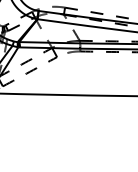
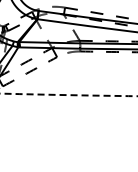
arc at (69, 95): solid -> dashed
